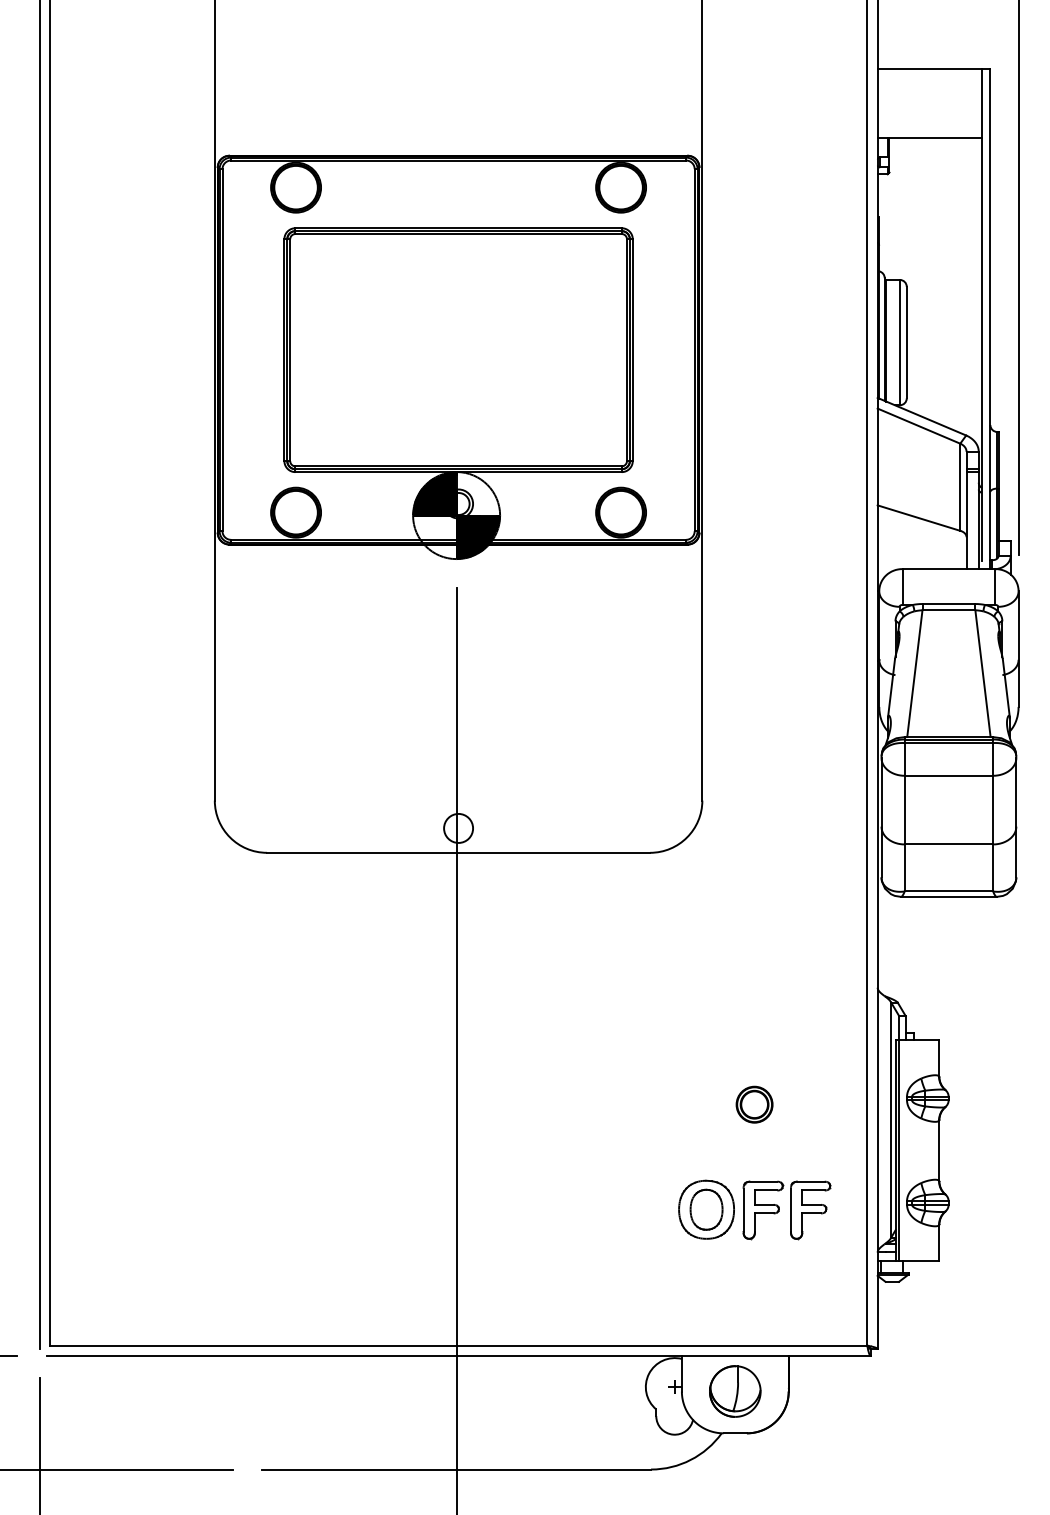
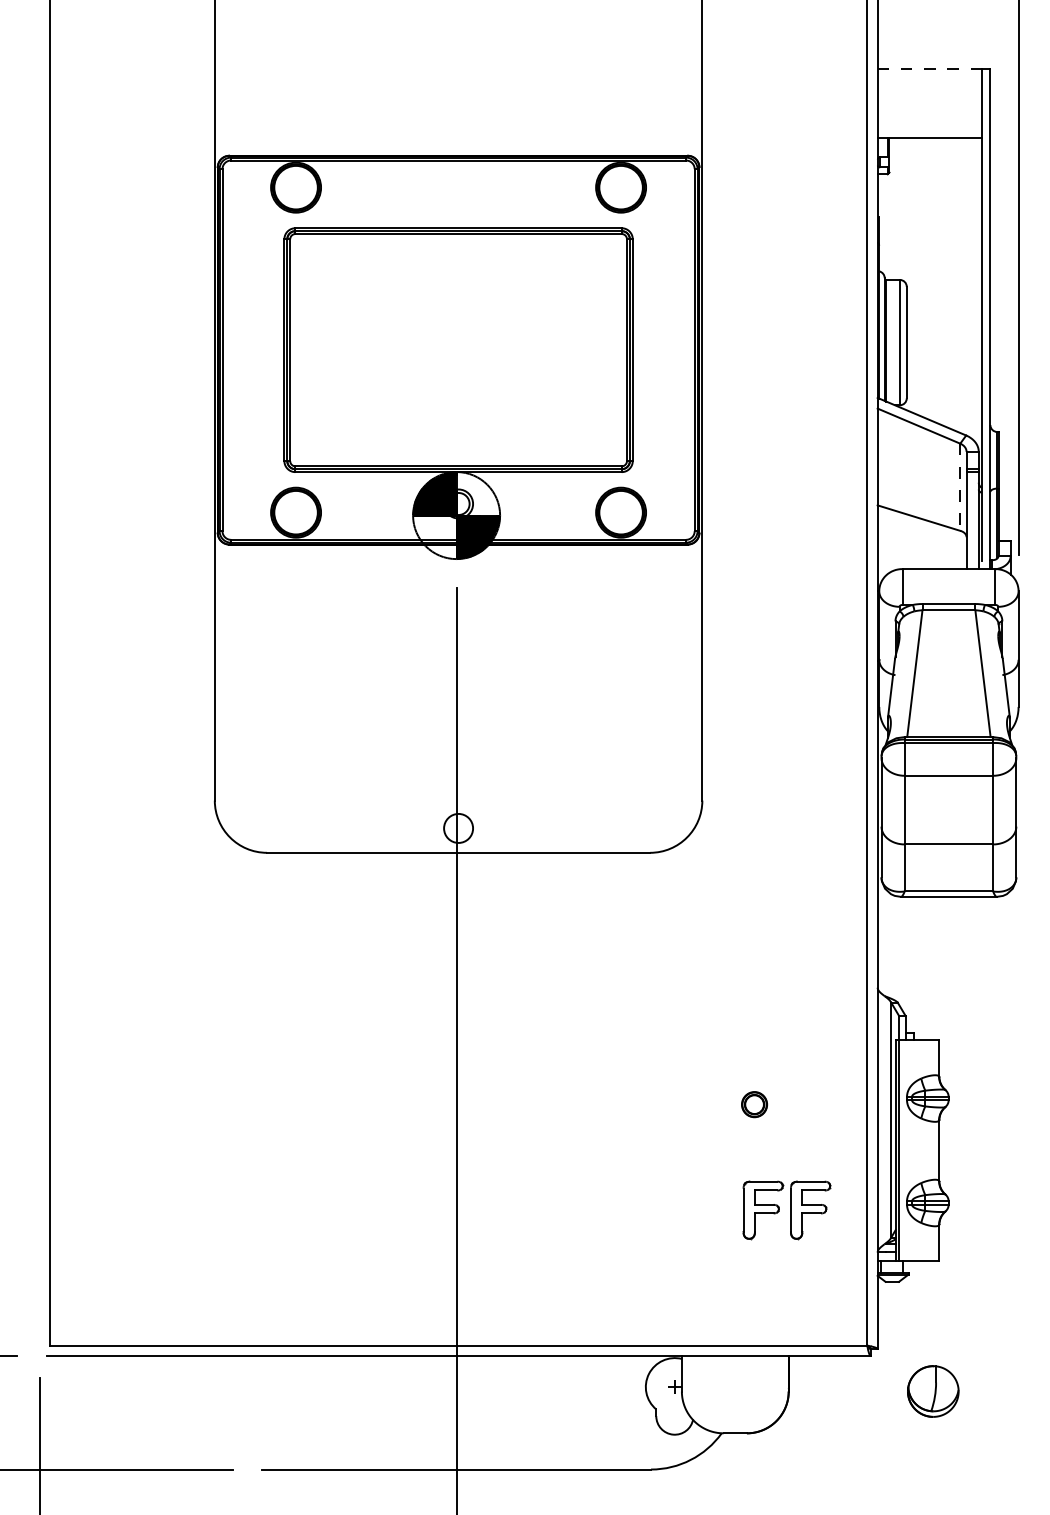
line at (930, 68): solid -> dashed
line at (960, 487): solid -> dashed
line at (39, 675): present -> none
part at (754, 1104) size: 39x39 px -> 27x28 px
part at (706, 1209): present -> none
part at (735, 1391) position: (735, 1391) -> (933, 1391)
